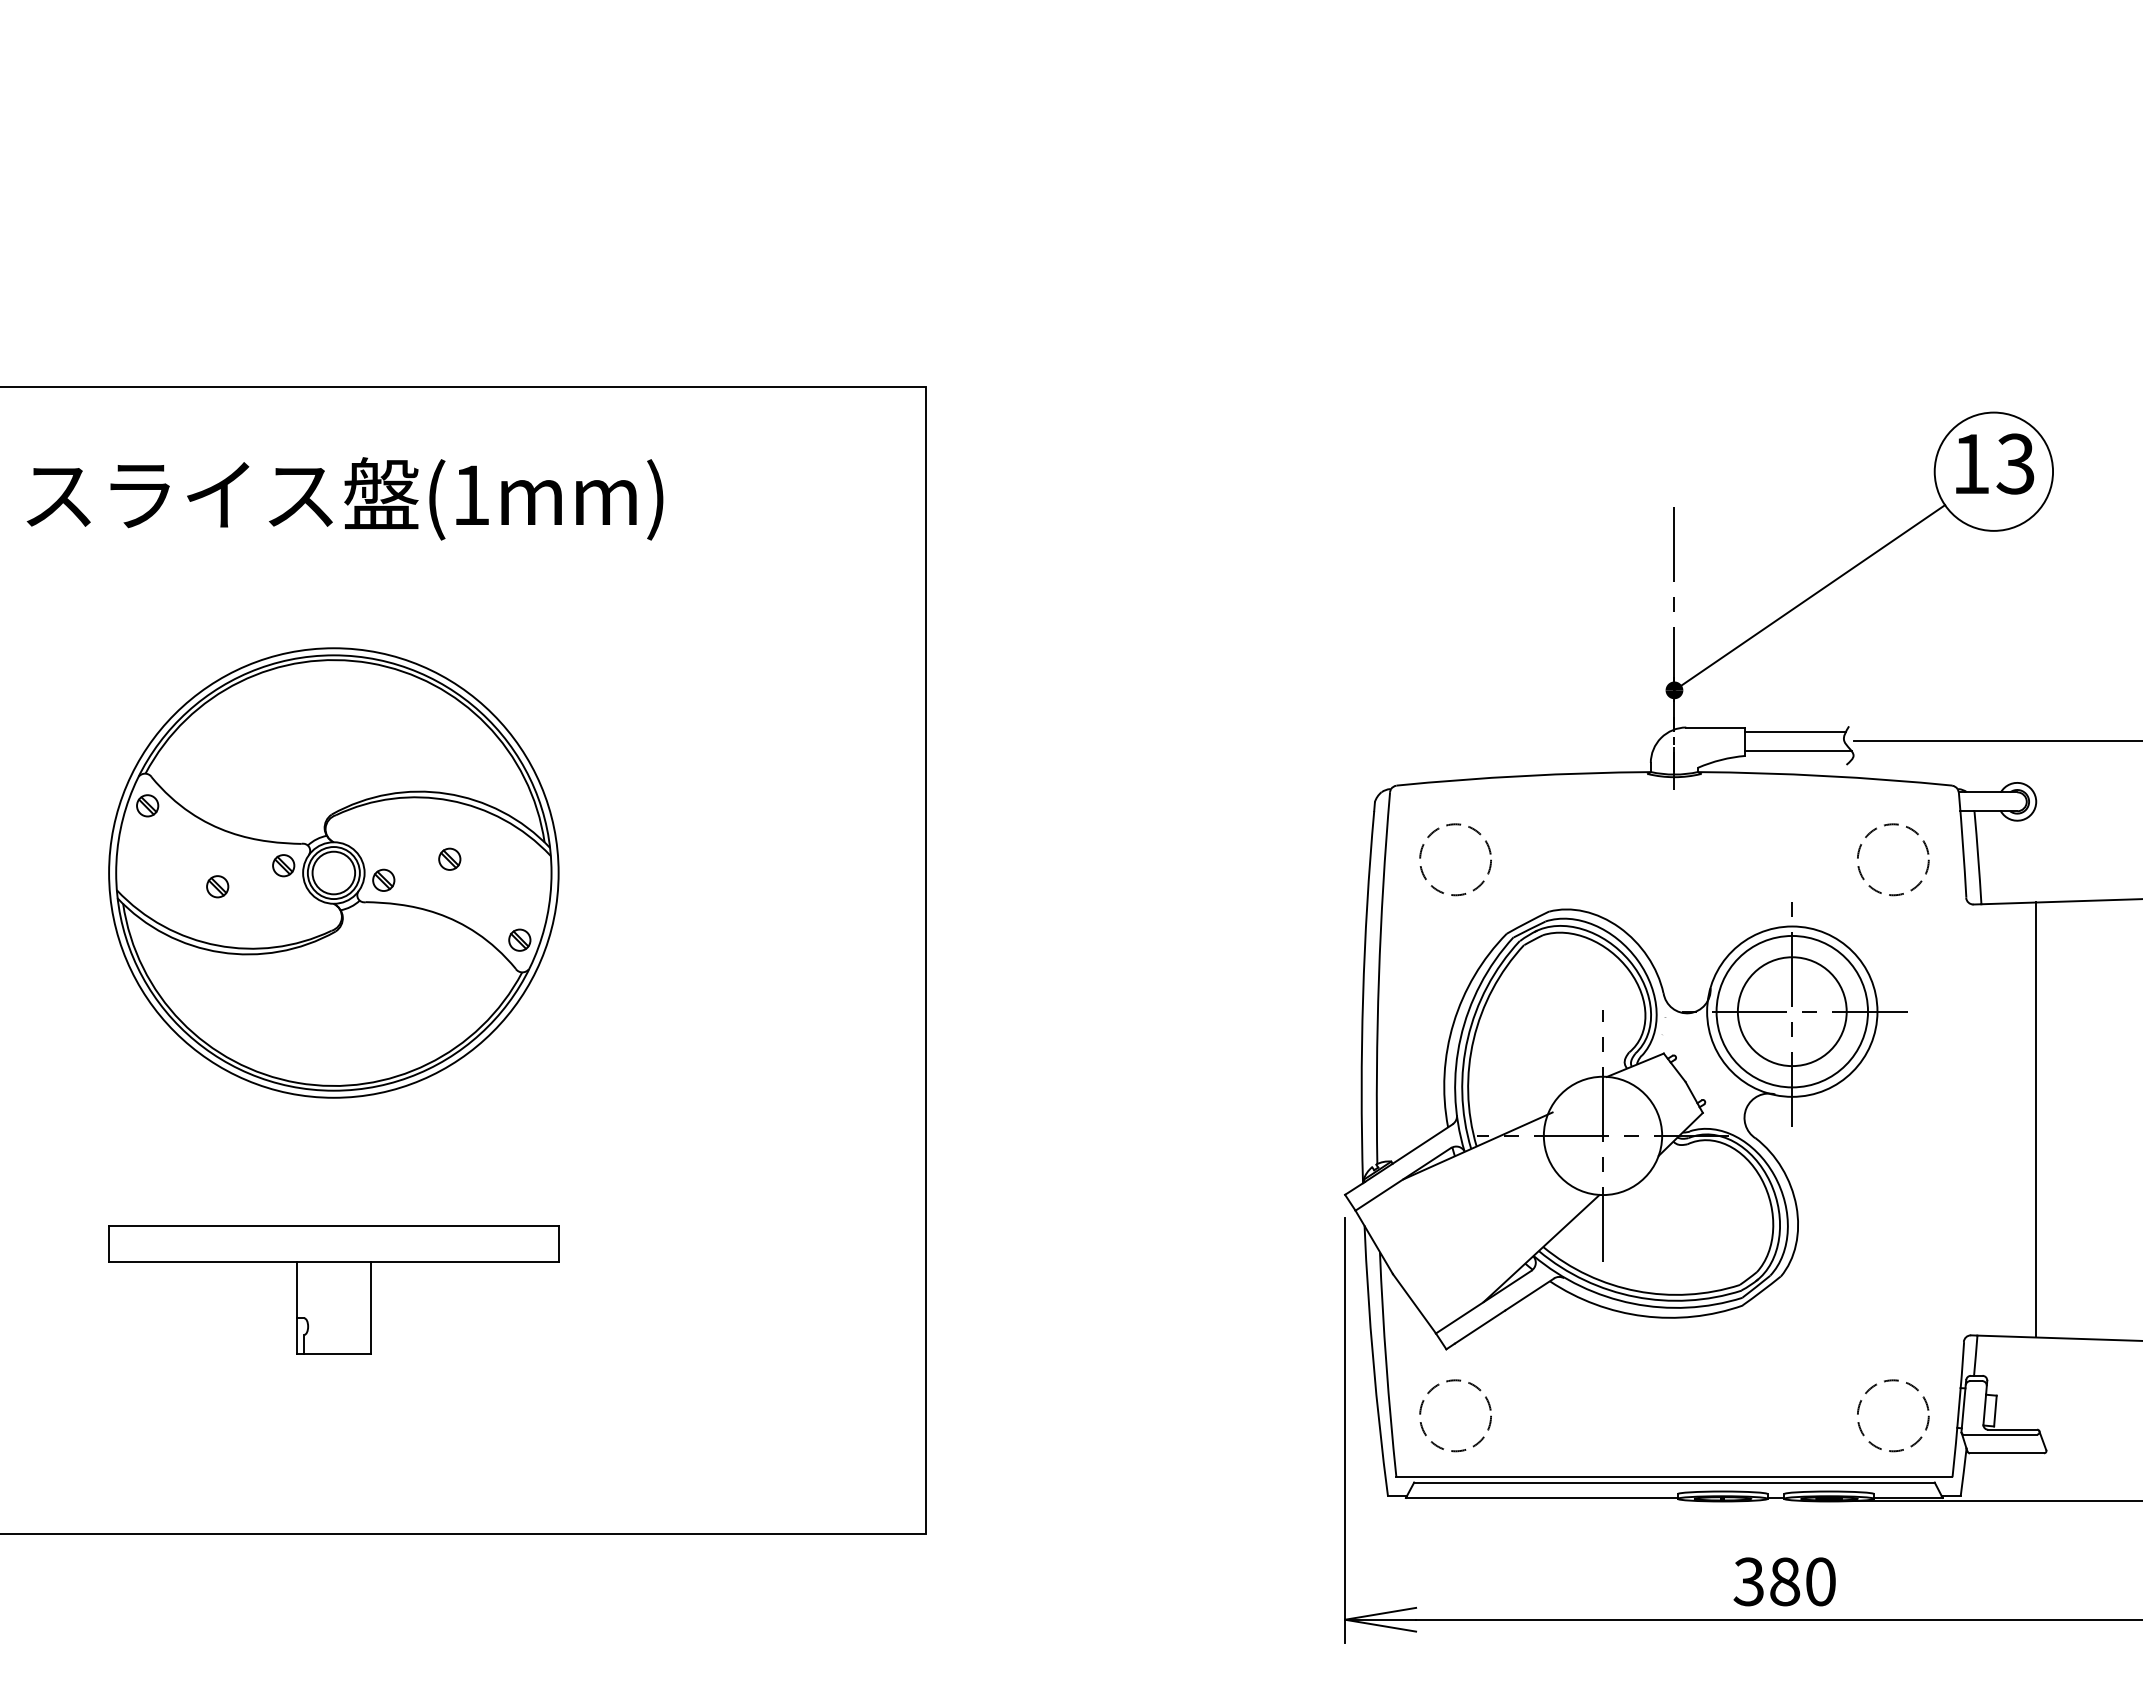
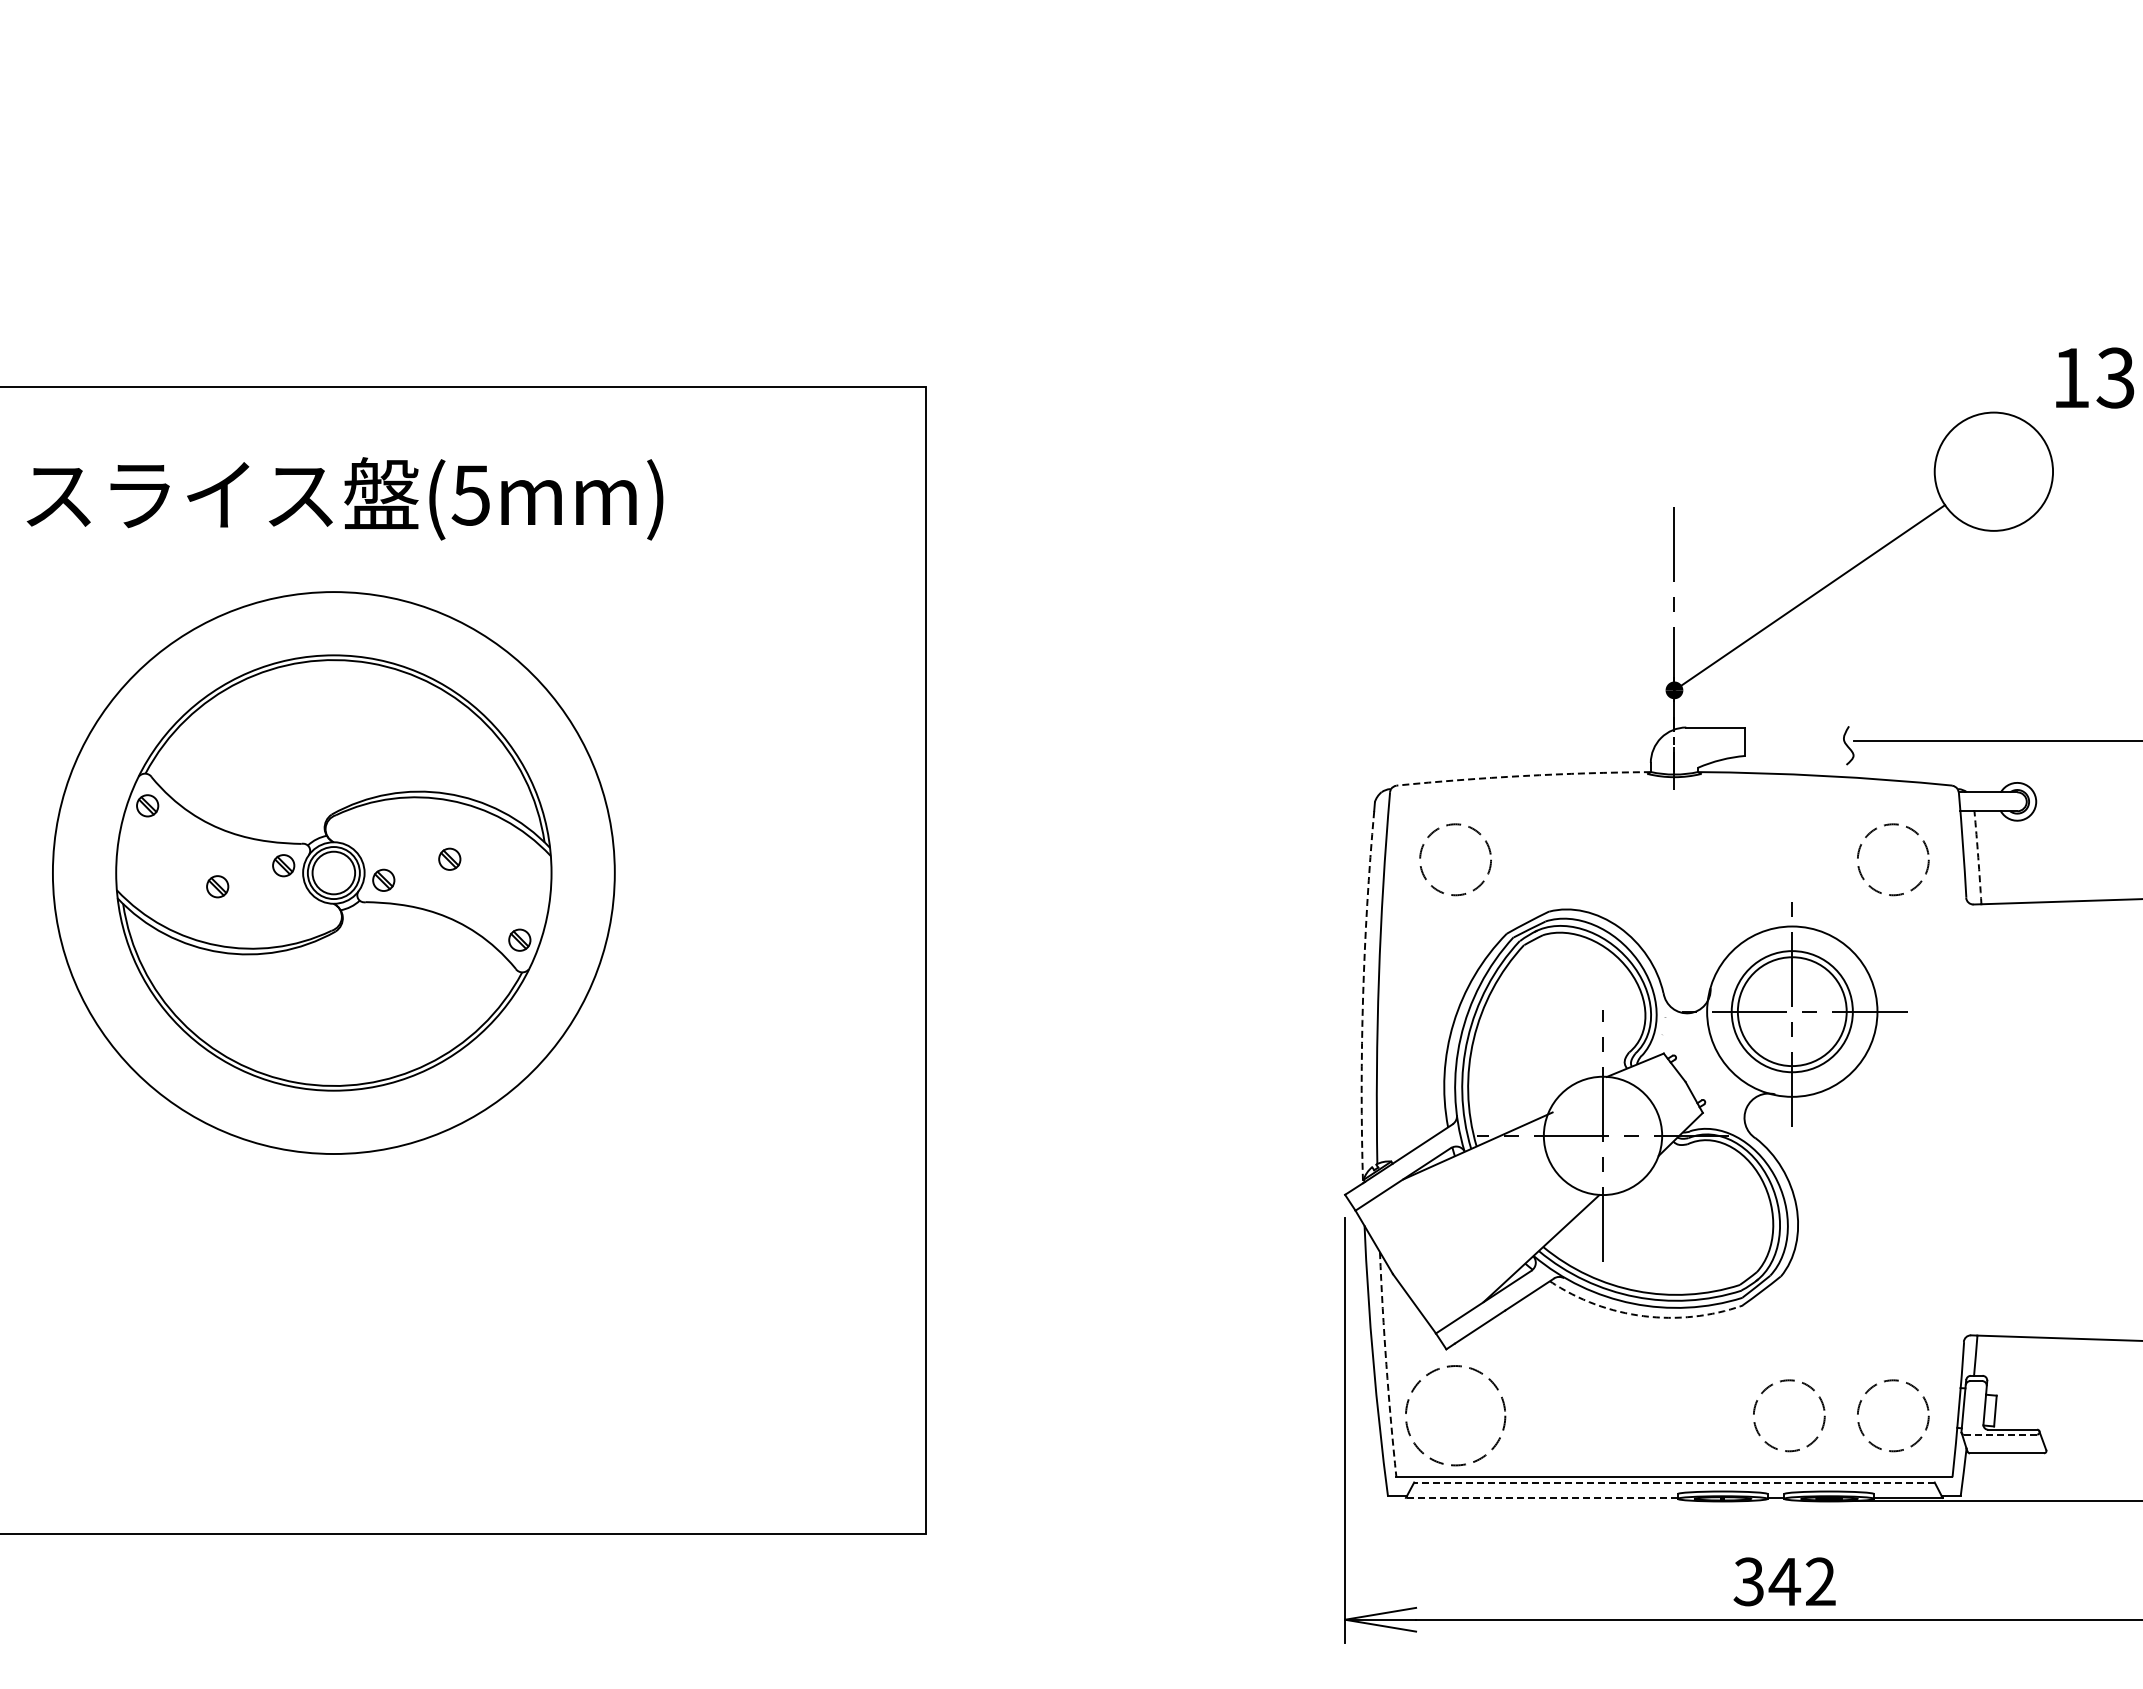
text at (1995, 463) position: (1995, 463) -> (2095, 377)
text at (470, 495): (1mm) -> (5mm)
line at (1795, 732): present -> none
line at (1798, 751): present -> none
arc at (1523, 776): solid -> dashed
arc at (1978, 857): solid -> dashed
circle at (333, 872) diameter: 450 px -> 562 px
arc at (1363, 997): solid -> dashed
circle at (1792, 1011) diameter: 151 px -> 121 px
line at (2035, 1119): present -> none
part at (333, 1289): present -> none
arc at (1643, 1316): solid -> dashed
arc at (1386, 1364): solid -> dashed
circle at (1455, 1415) size: 73x74 px -> 102x102 px
circle at (1789, 1415): none -> present
line at (2000, 1434): solid -> dashed
line at (1673, 1482): solid -> dashed
line at (1541, 1497): solid -> dashed
text at (1801, 1581): 380 -> 342
